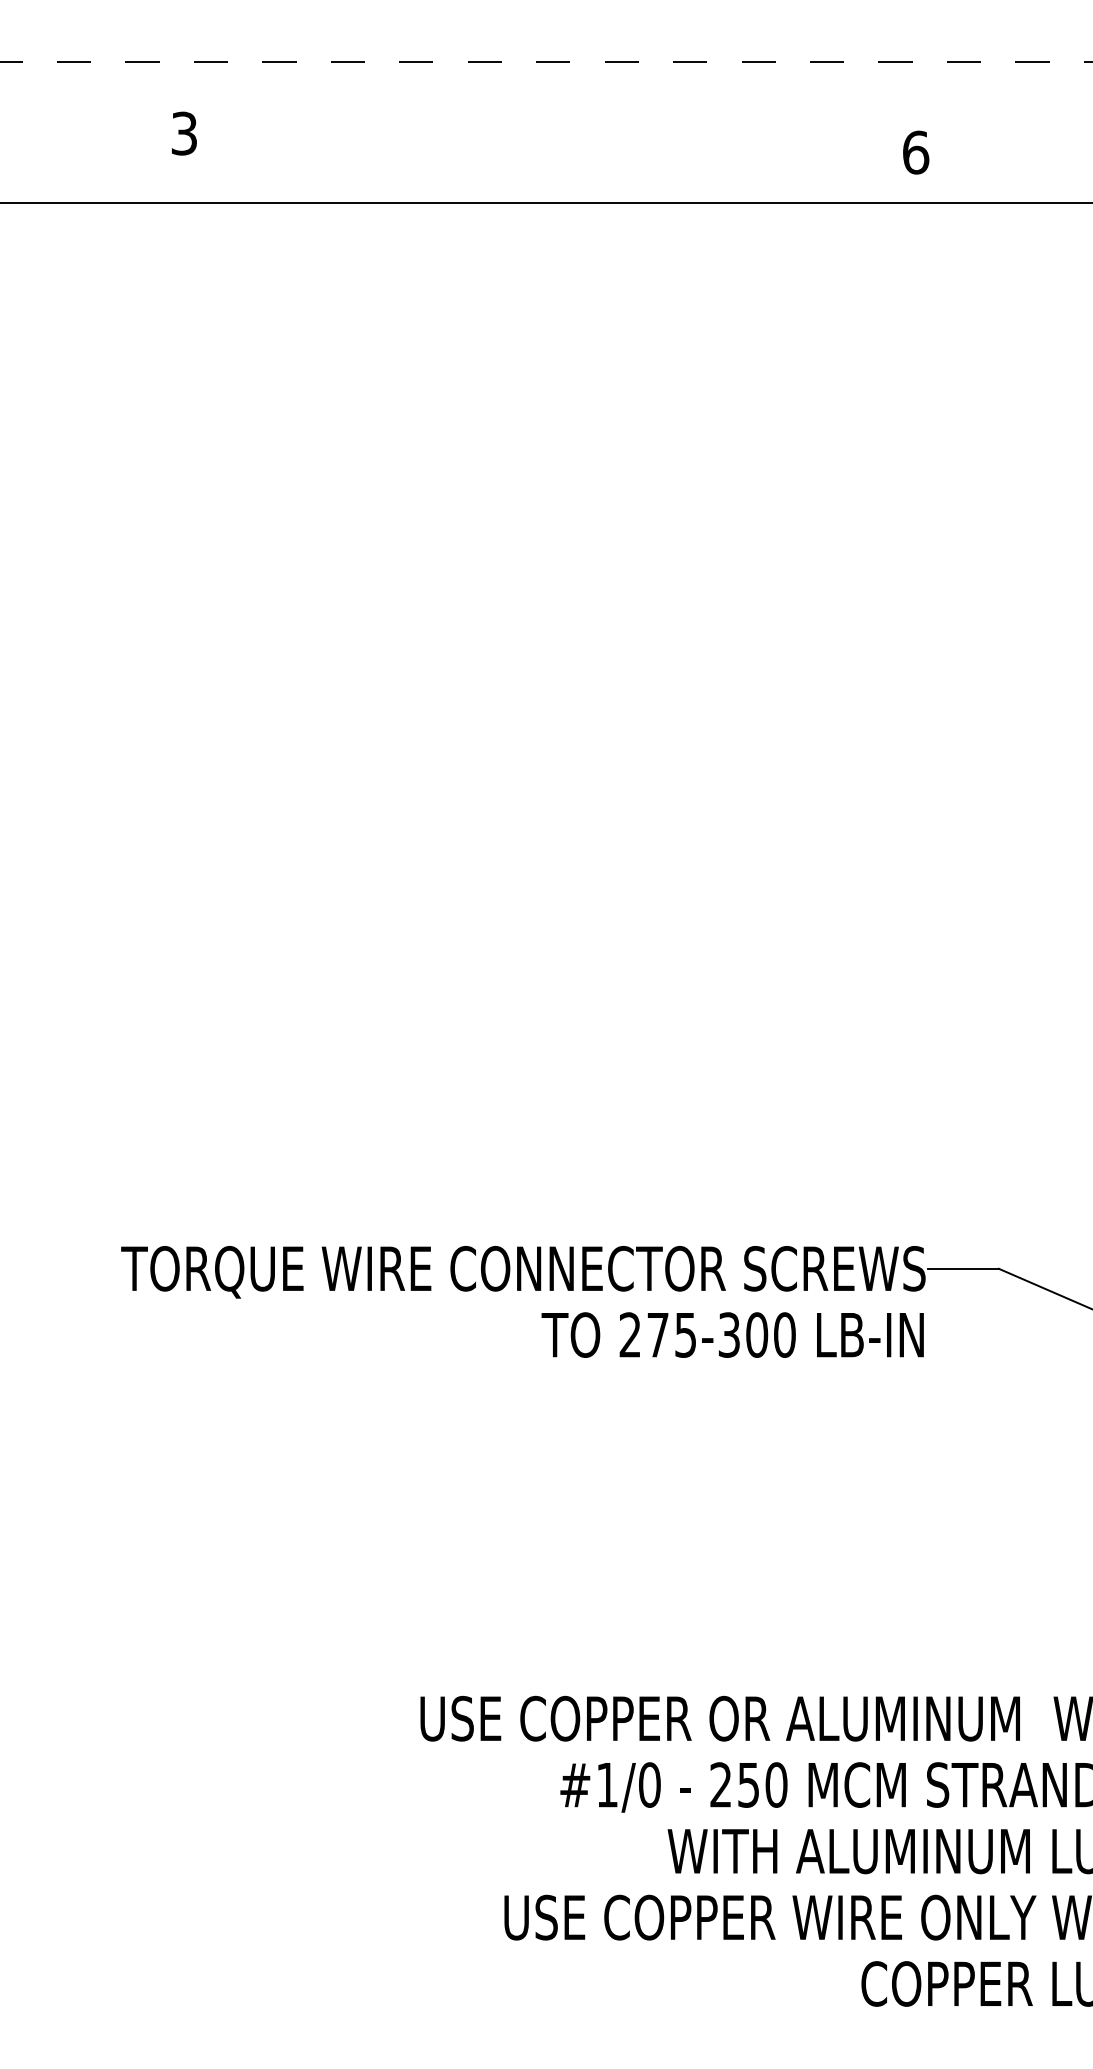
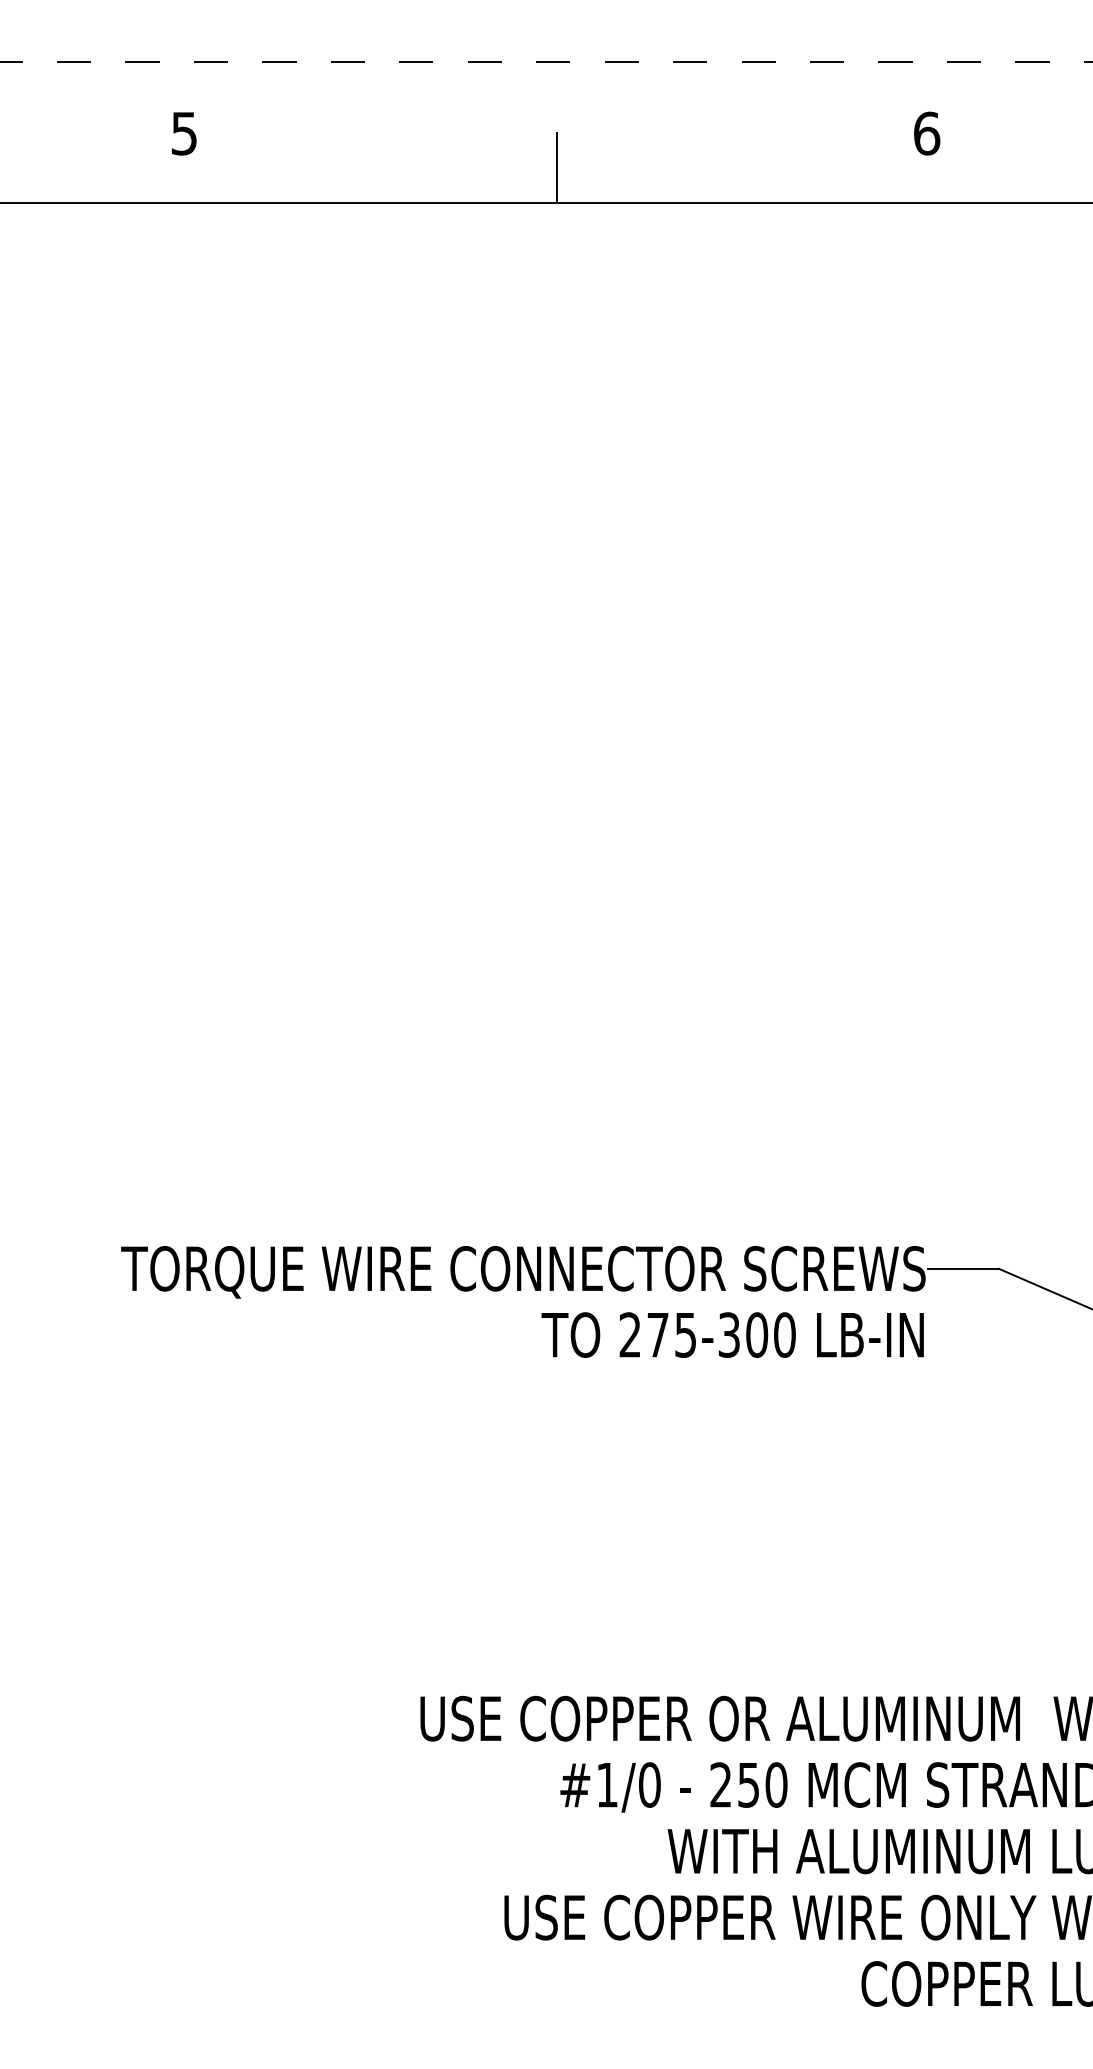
text at (184, 132): 3 -> 5
text at (916, 152) position: (916, 152) -> (927, 133)
line at (556, 167): none -> present
